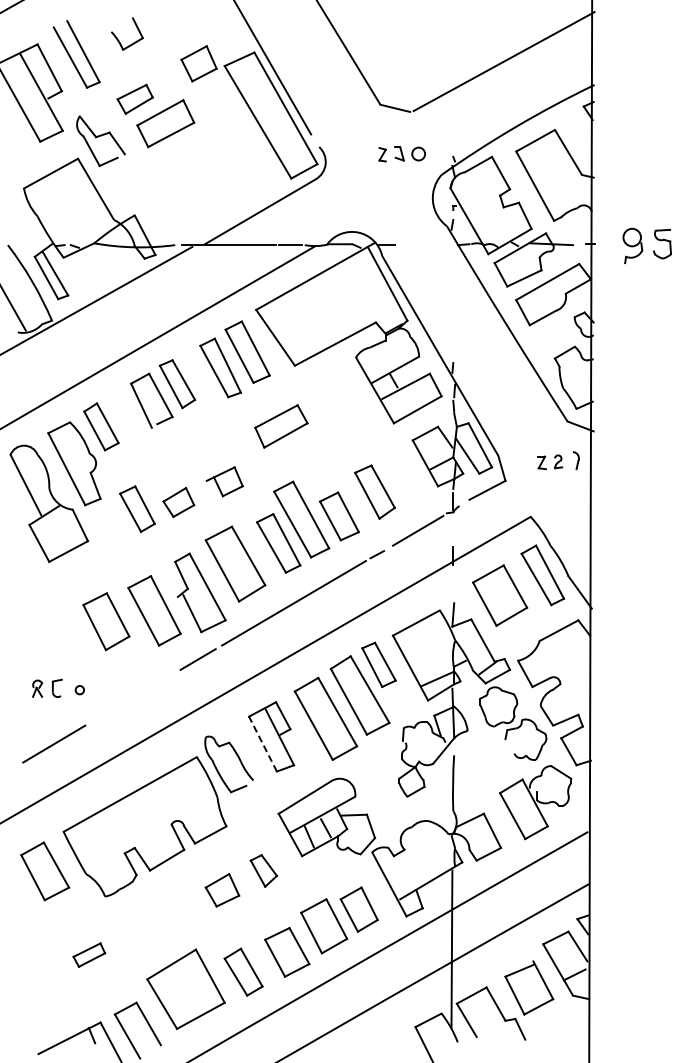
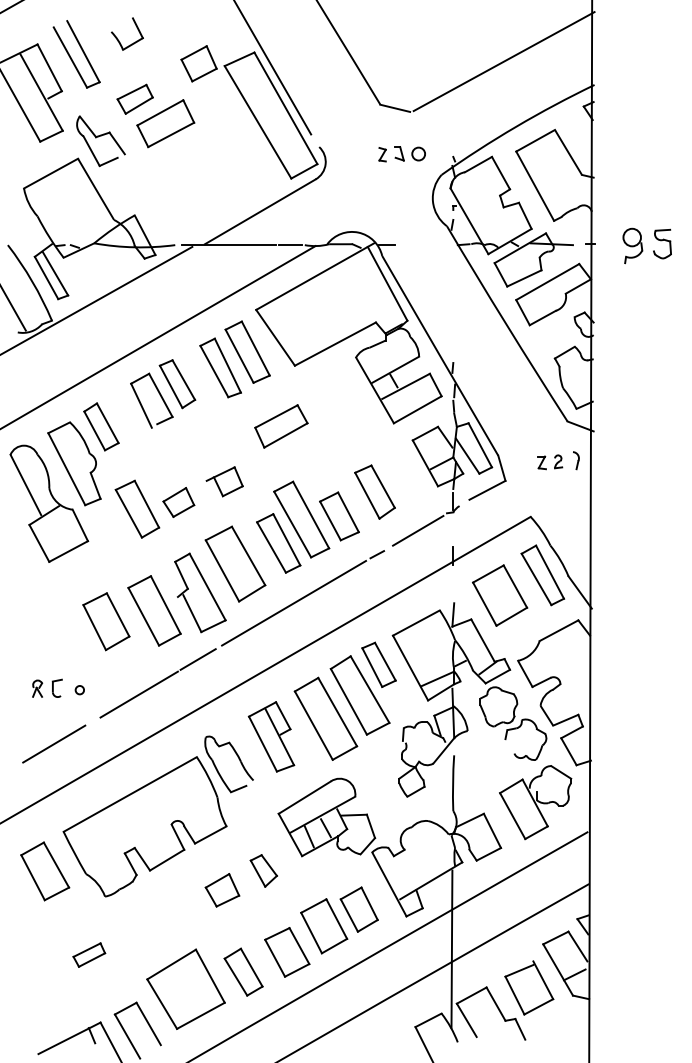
part at (137, 508) size: 37x48 px -> 47x60 px
line at (138, 694): none -> present
line at (262, 744): dashed -> solid
